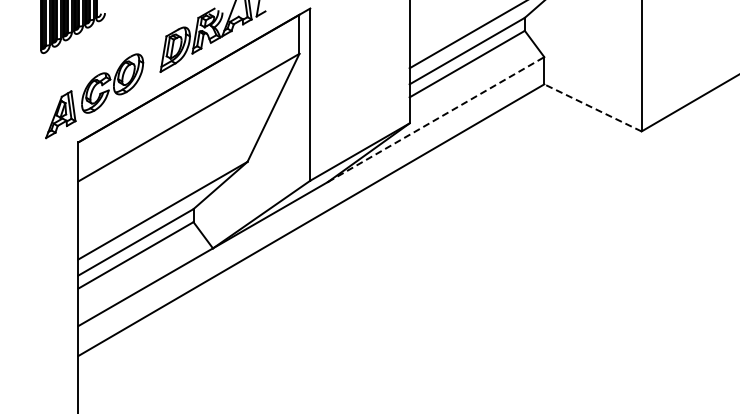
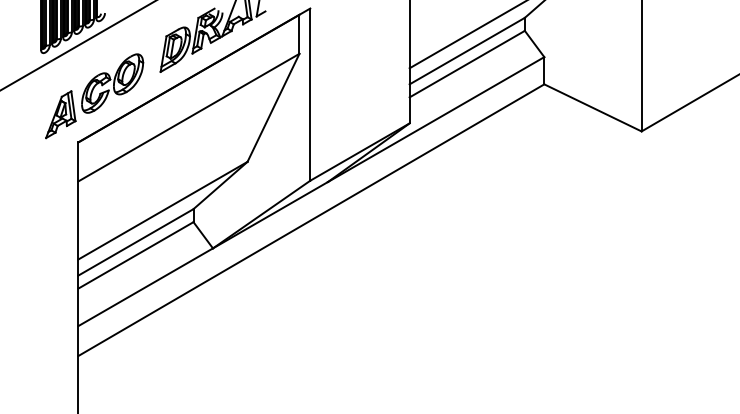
line at (77, 45): none -> present
line at (592, 107): dashed -> solid
line at (436, 119): dashed -> solid
